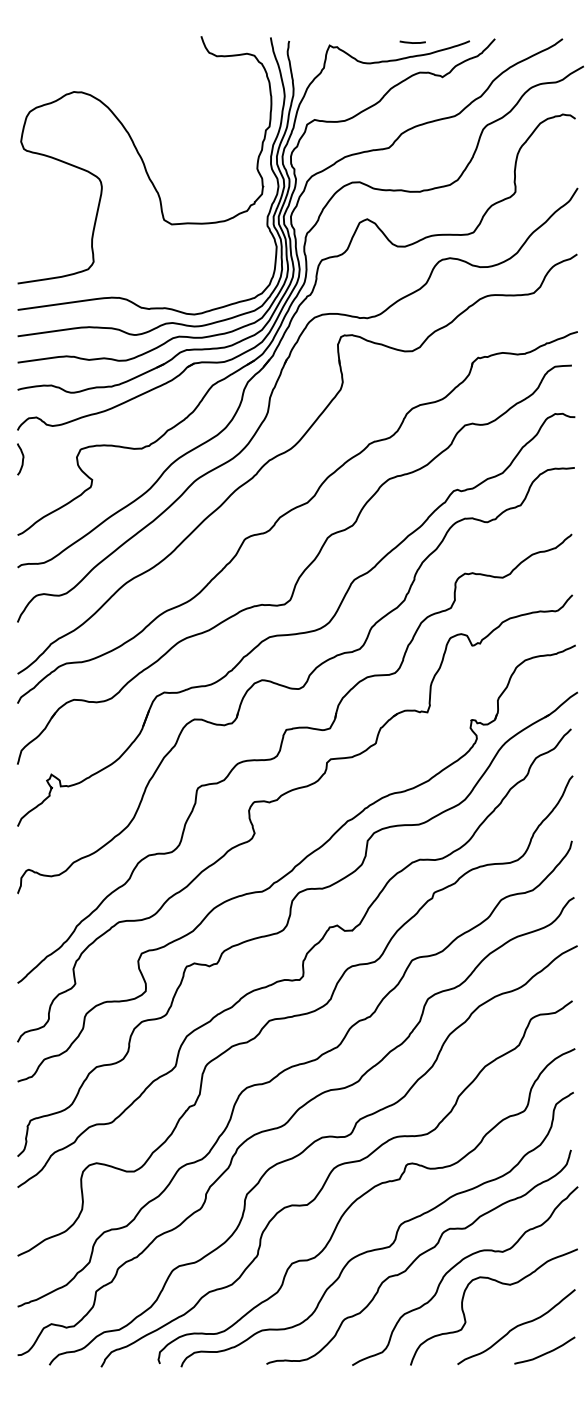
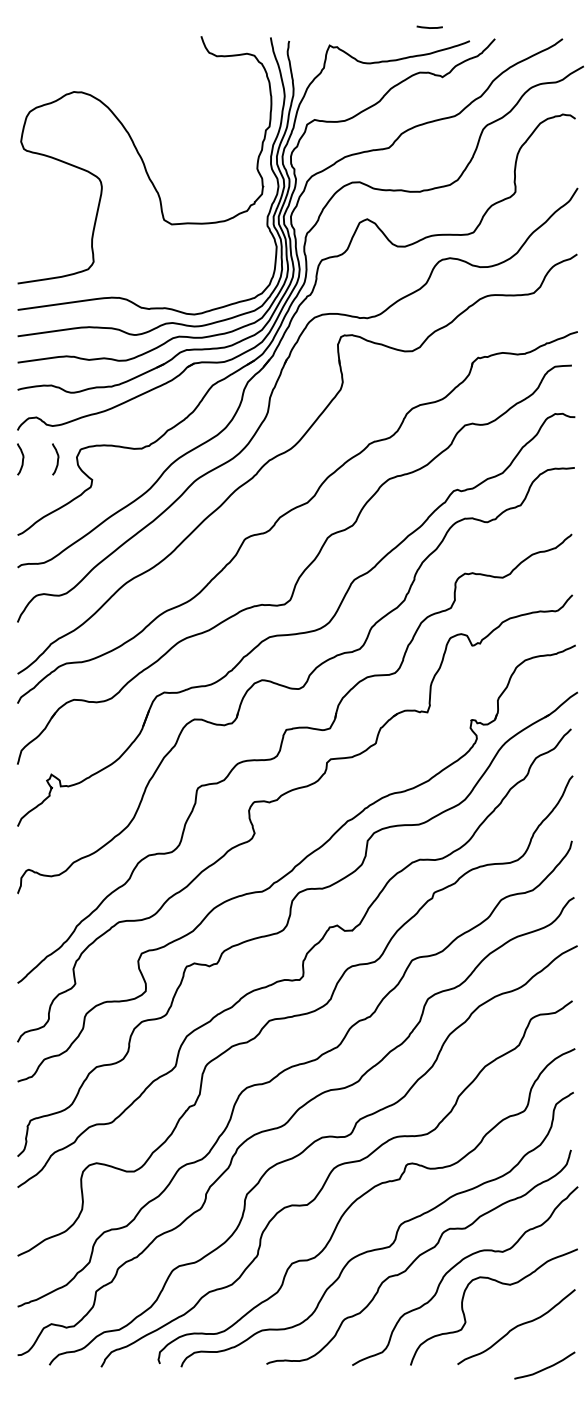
line at (412, 42) position: (412, 42) -> (429, 27)
curve at (57, 459): none -> present
curve at (545, 1352) position: (545, 1352) -> (545, 1367)
